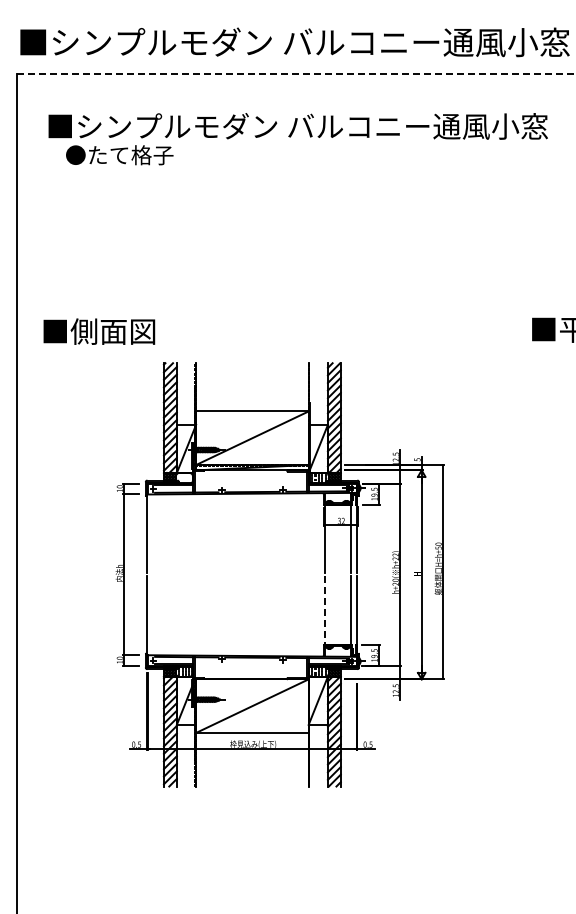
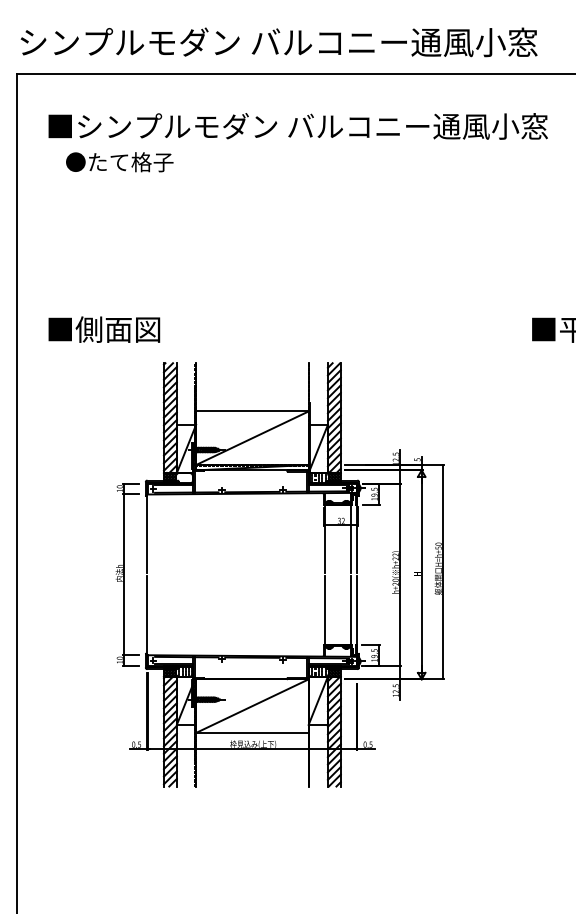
text at (294, 42): ■シンプルモダン バルコニー通風小窓 -> シンプルモダン バルコニー通風小窓
line at (296, 73): dashed -> solid
text at (119, 155) position: (119, 155) -> (119, 162)
text at (99, 331) position: (99, 331) -> (104, 329)
line at (325, 611): dashed -> solid
